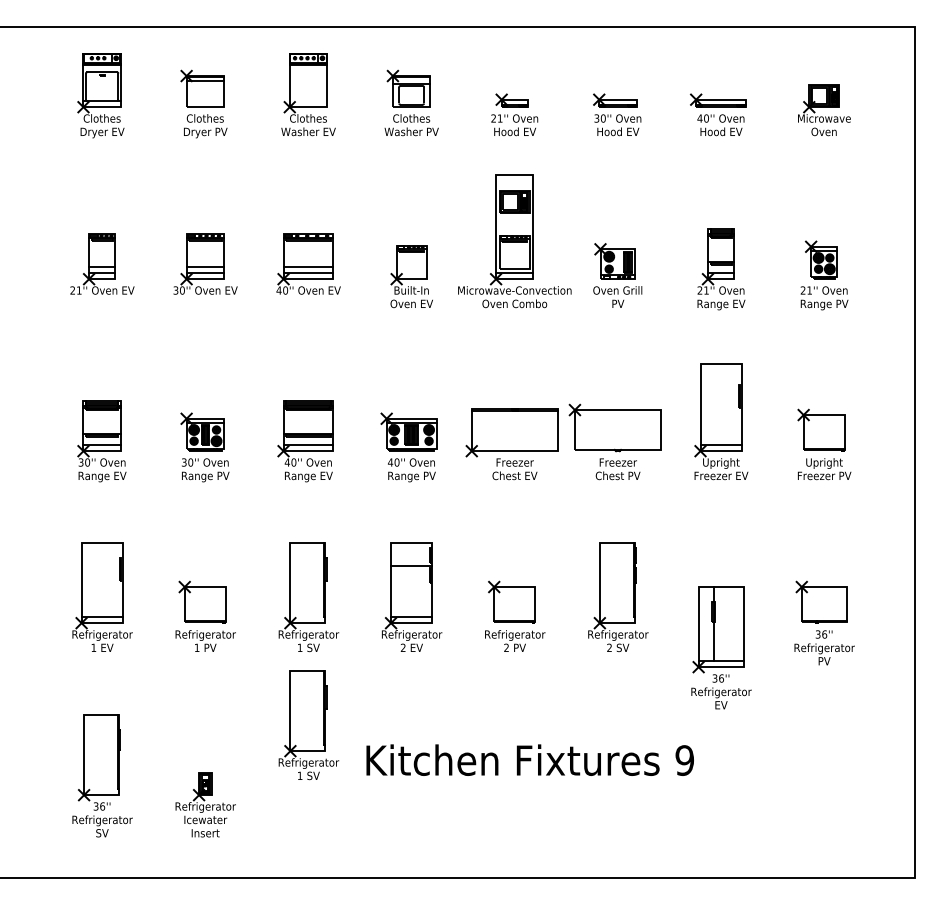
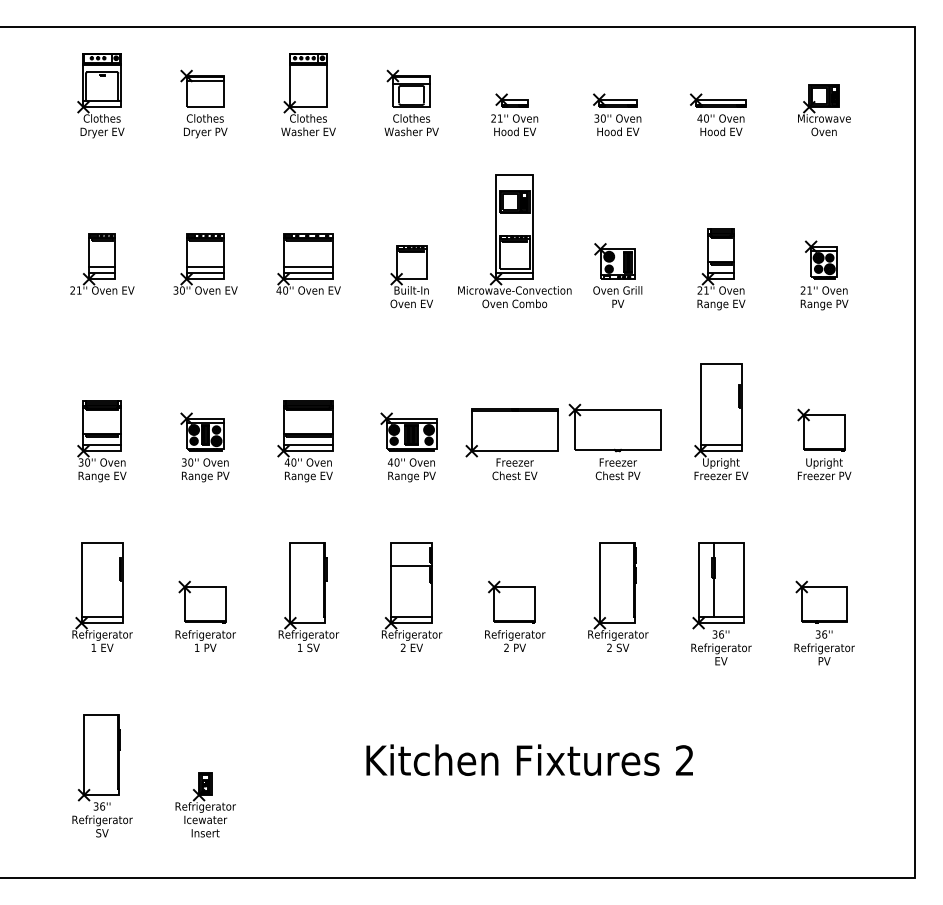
part at (721, 647) position: (721, 647) -> (721, 603)
part at (308, 725): present -> none
text at (684, 760): 9 -> 2
